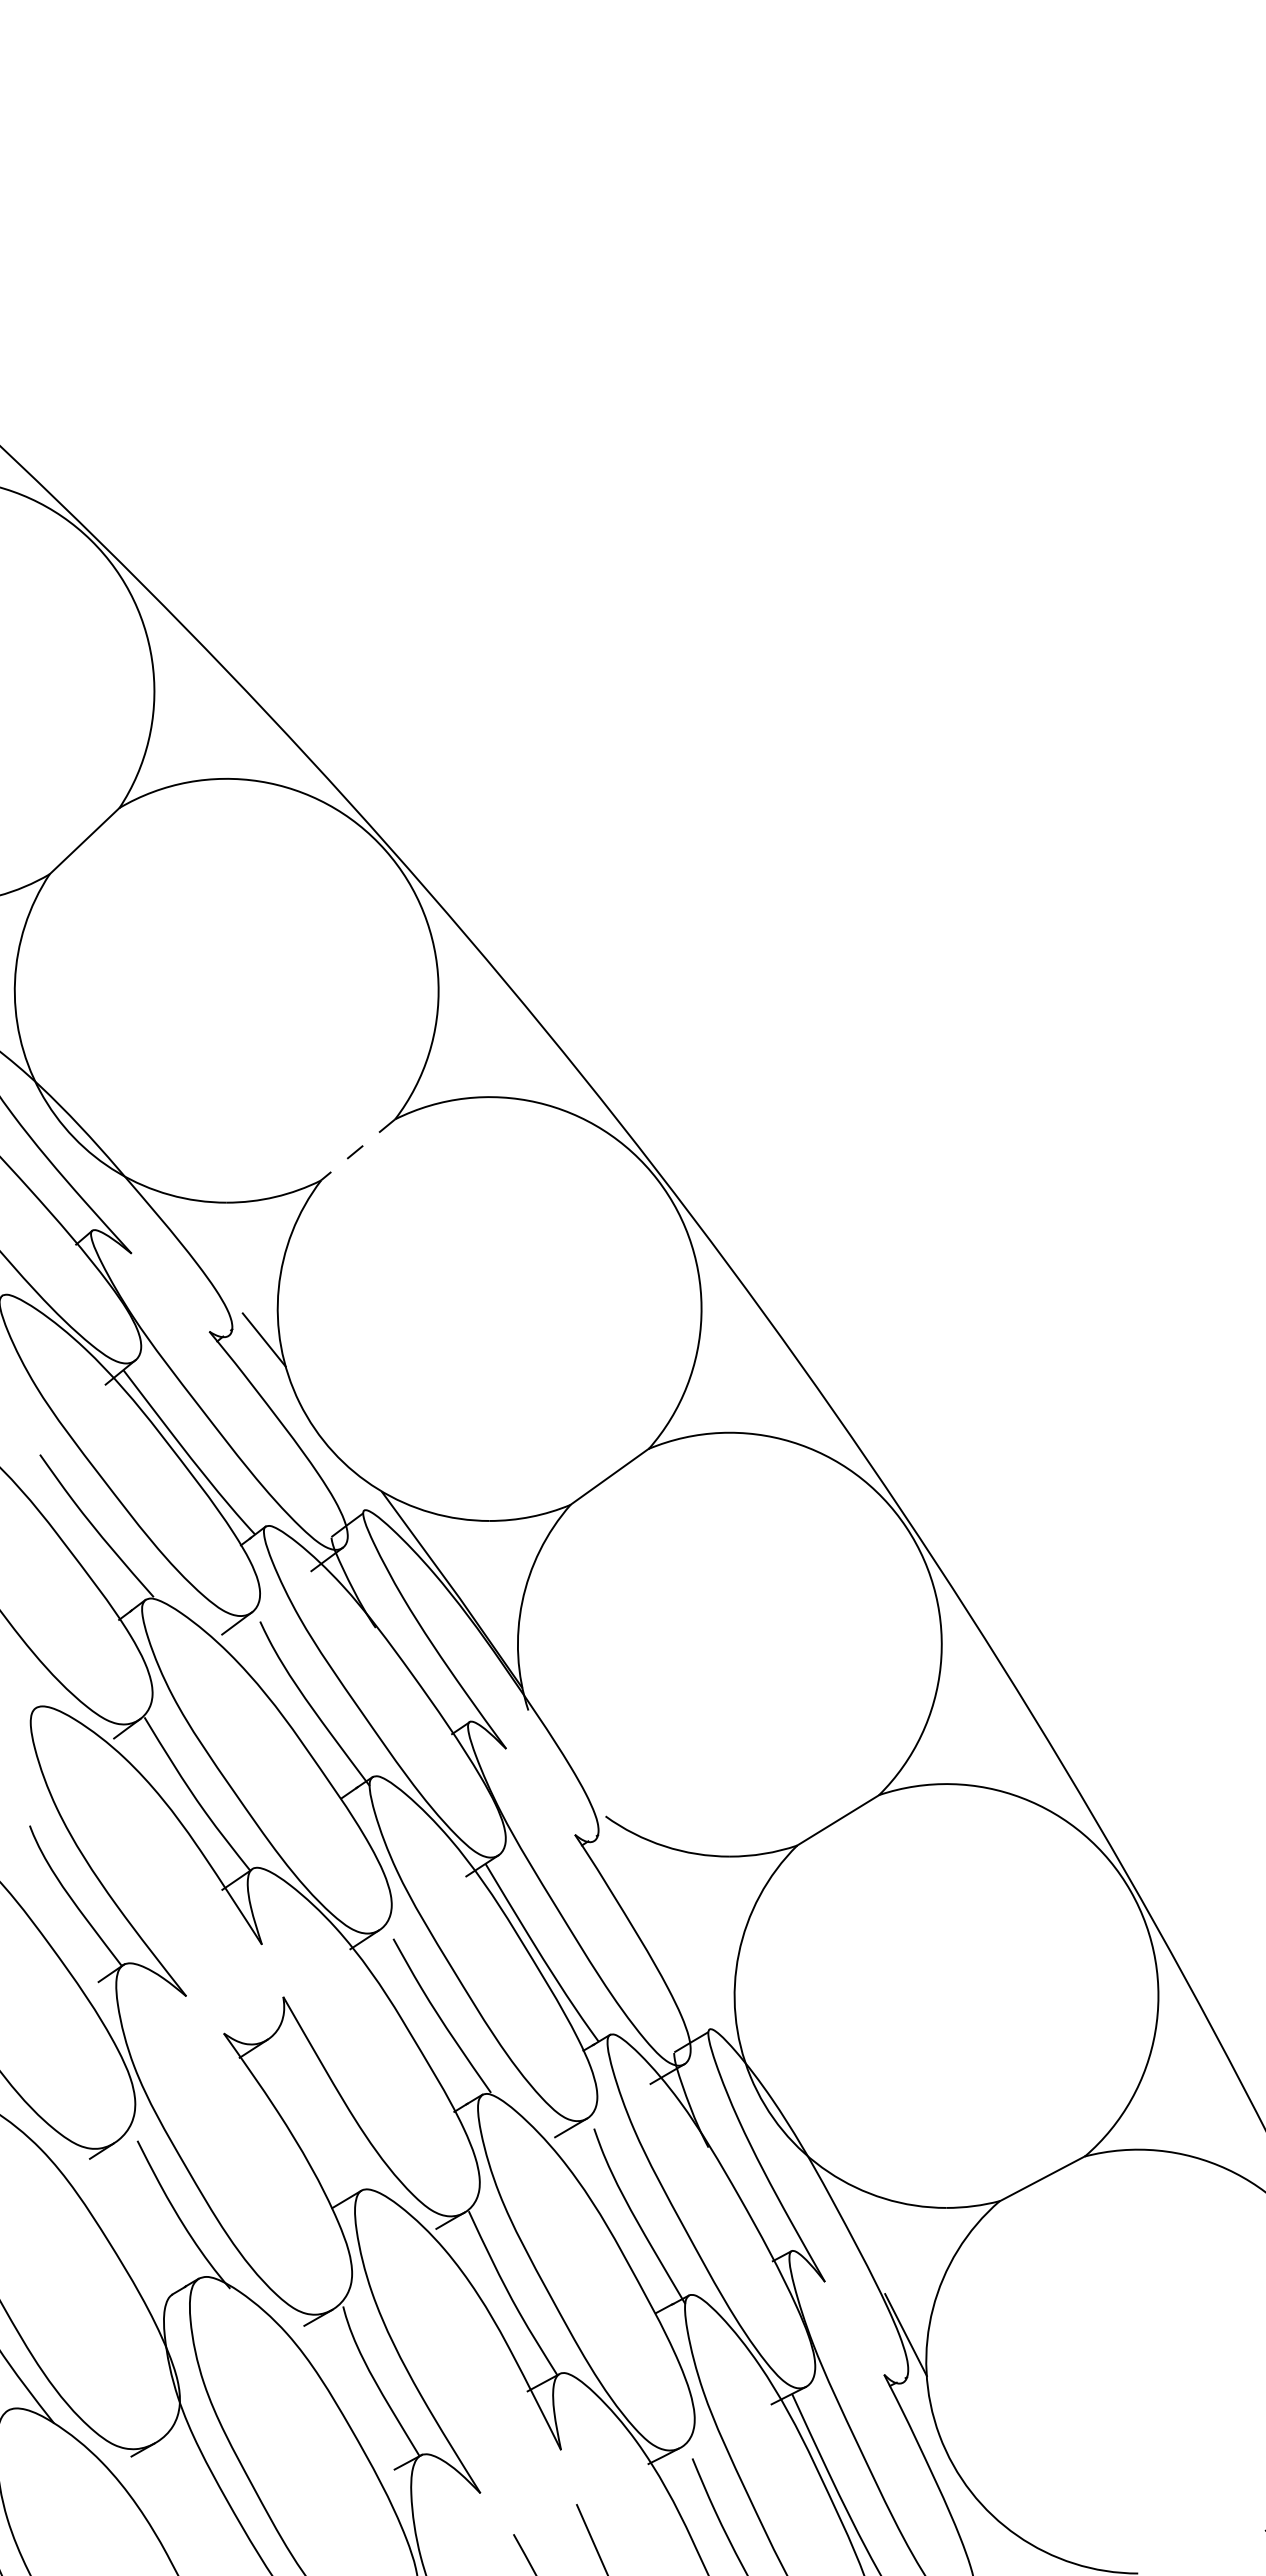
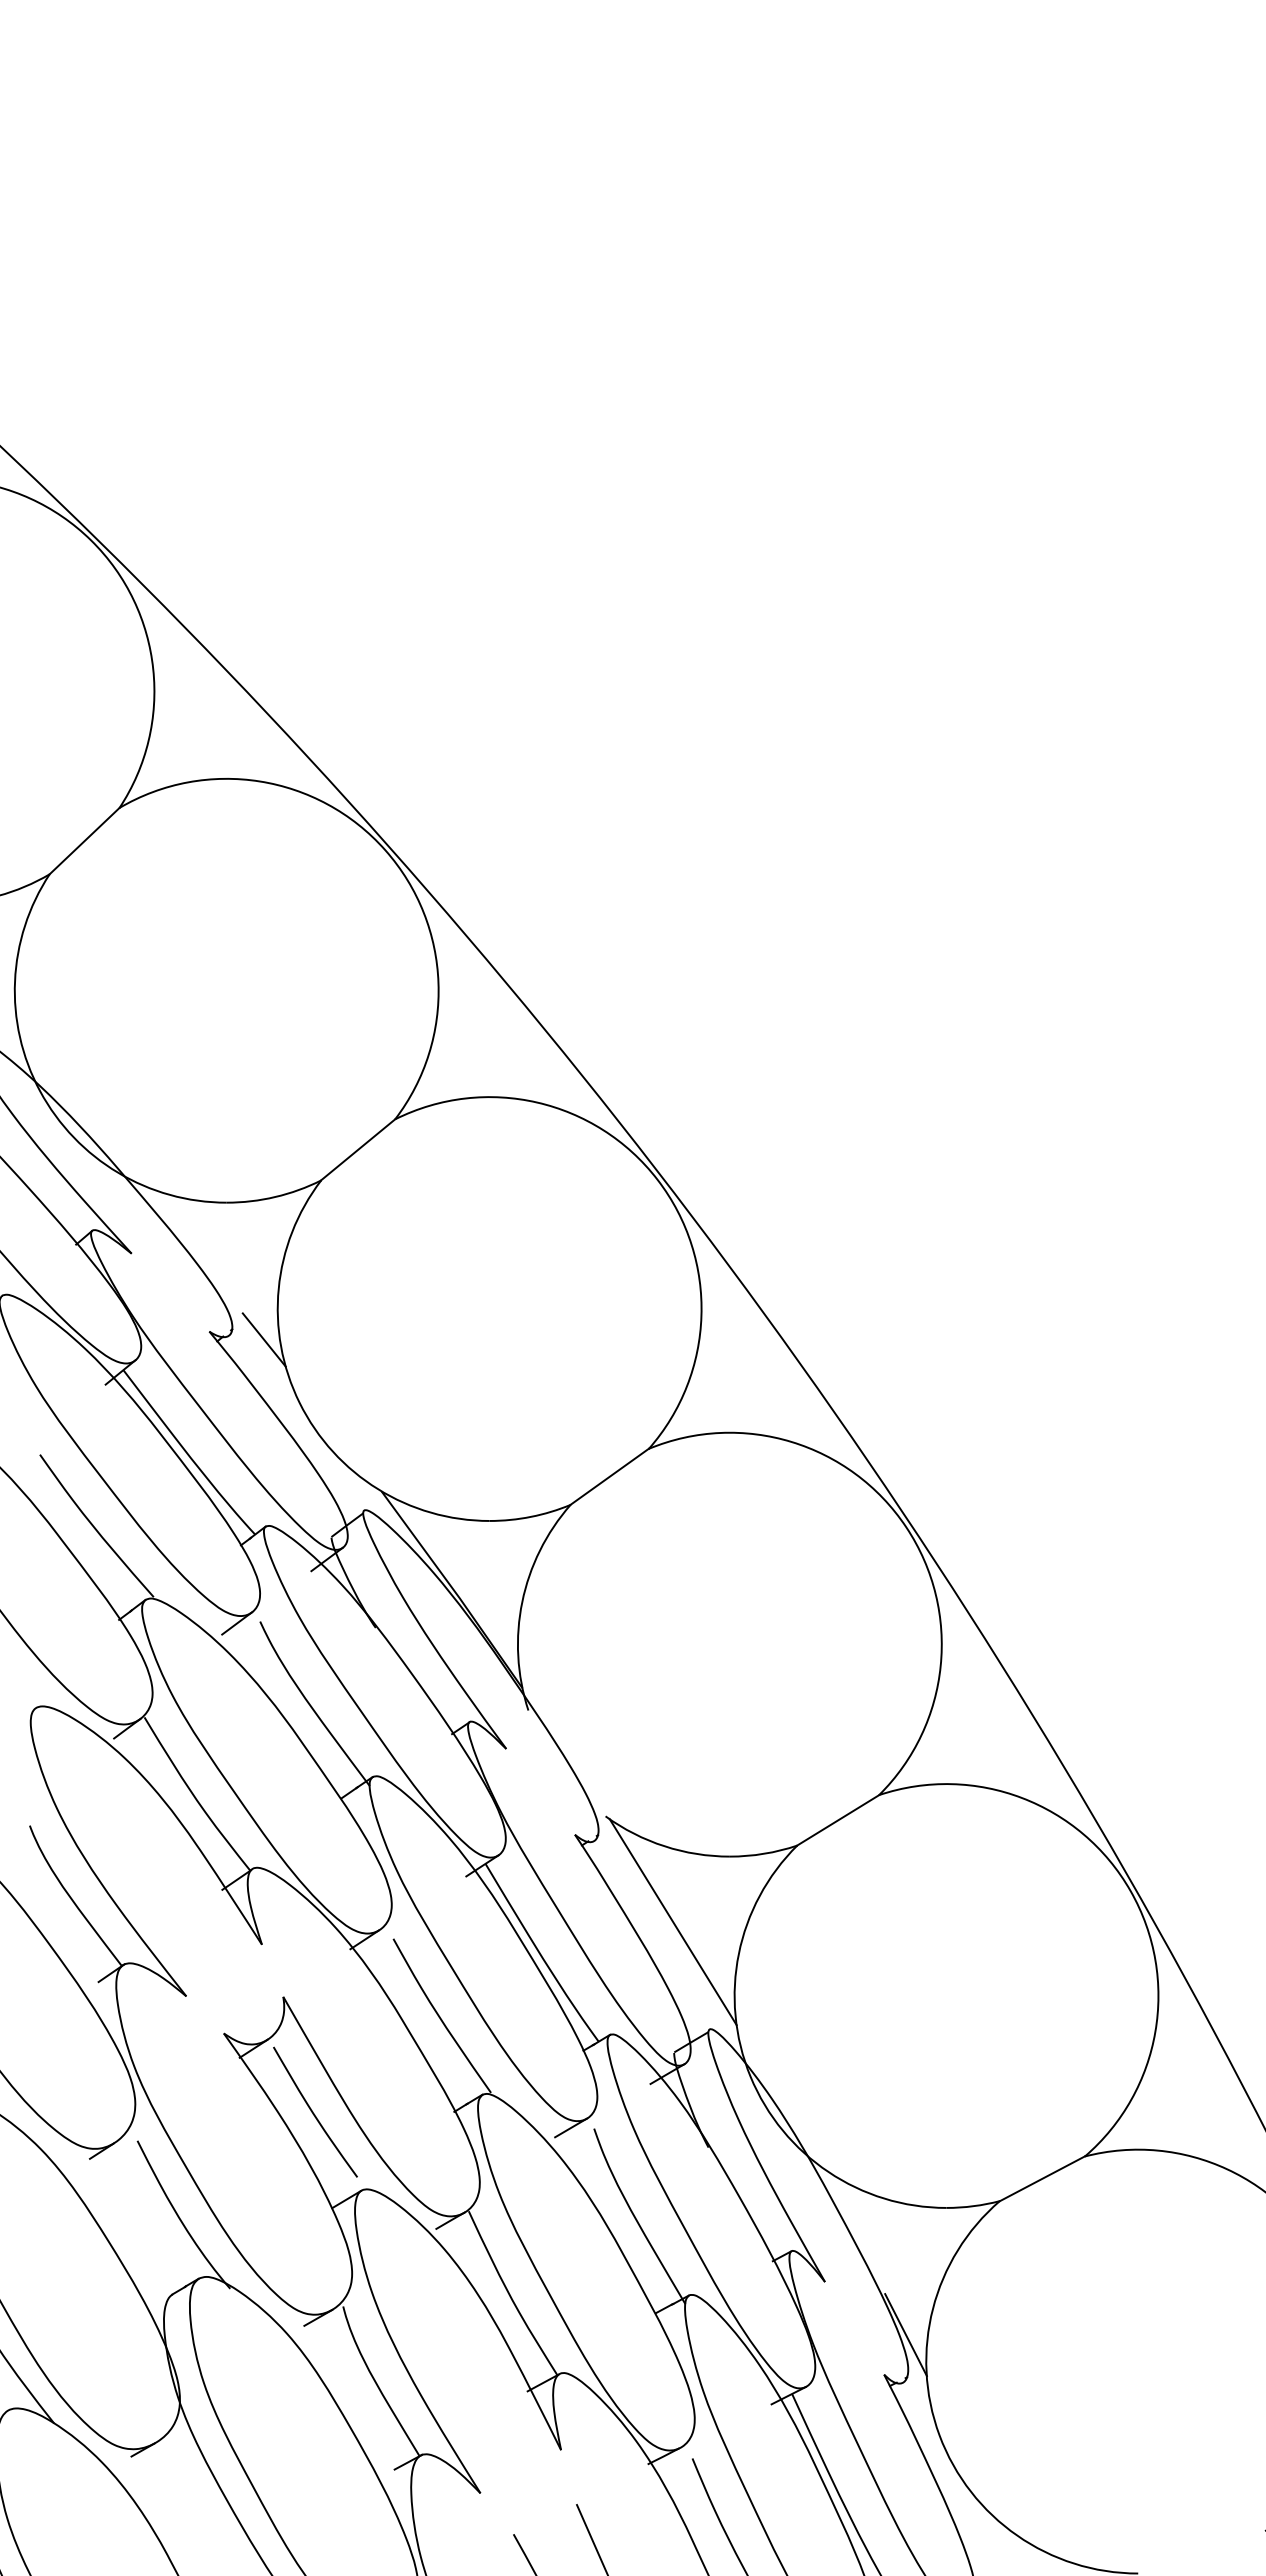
line at (358, 1149): dashed -> solid
line at (672, 1922): none -> present
curve at (313, 2111): none -> present
